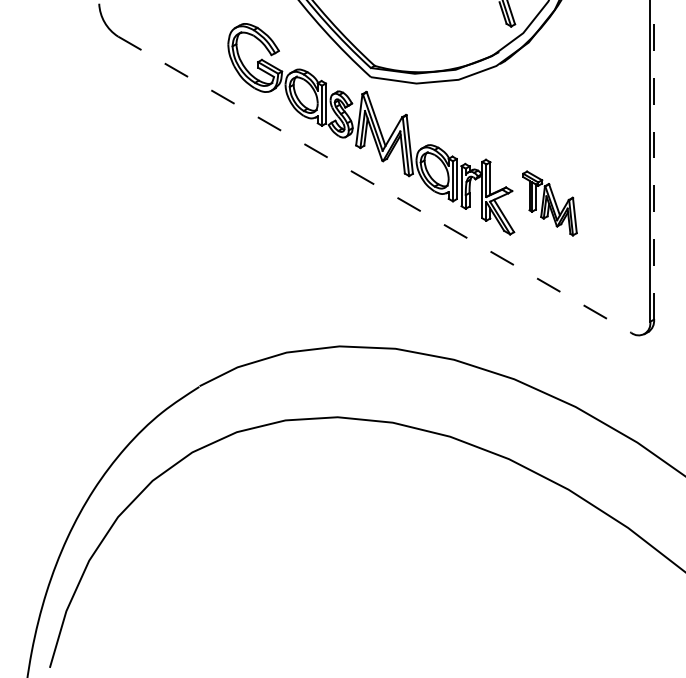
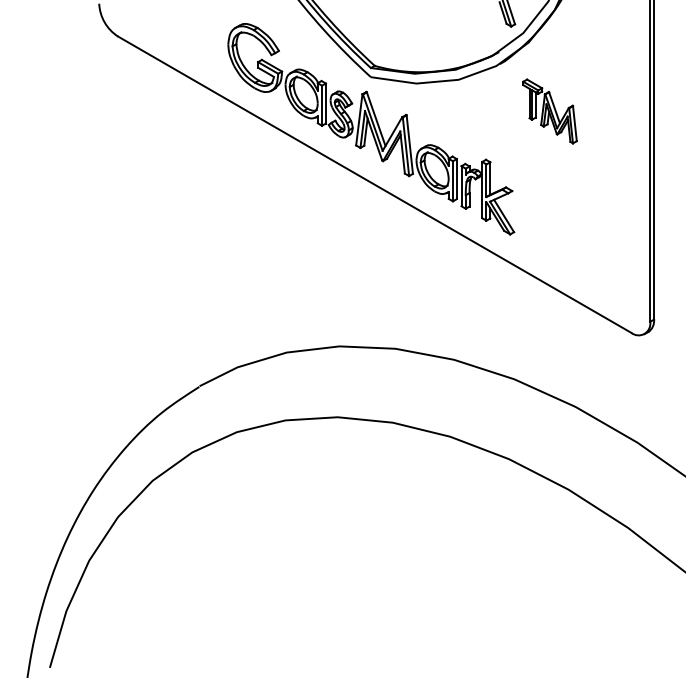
line at (654, 159): dashed -> solid
line at (375, 184): dashed -> solid
part at (549, 203) position: (549, 203) -> (549, 111)
